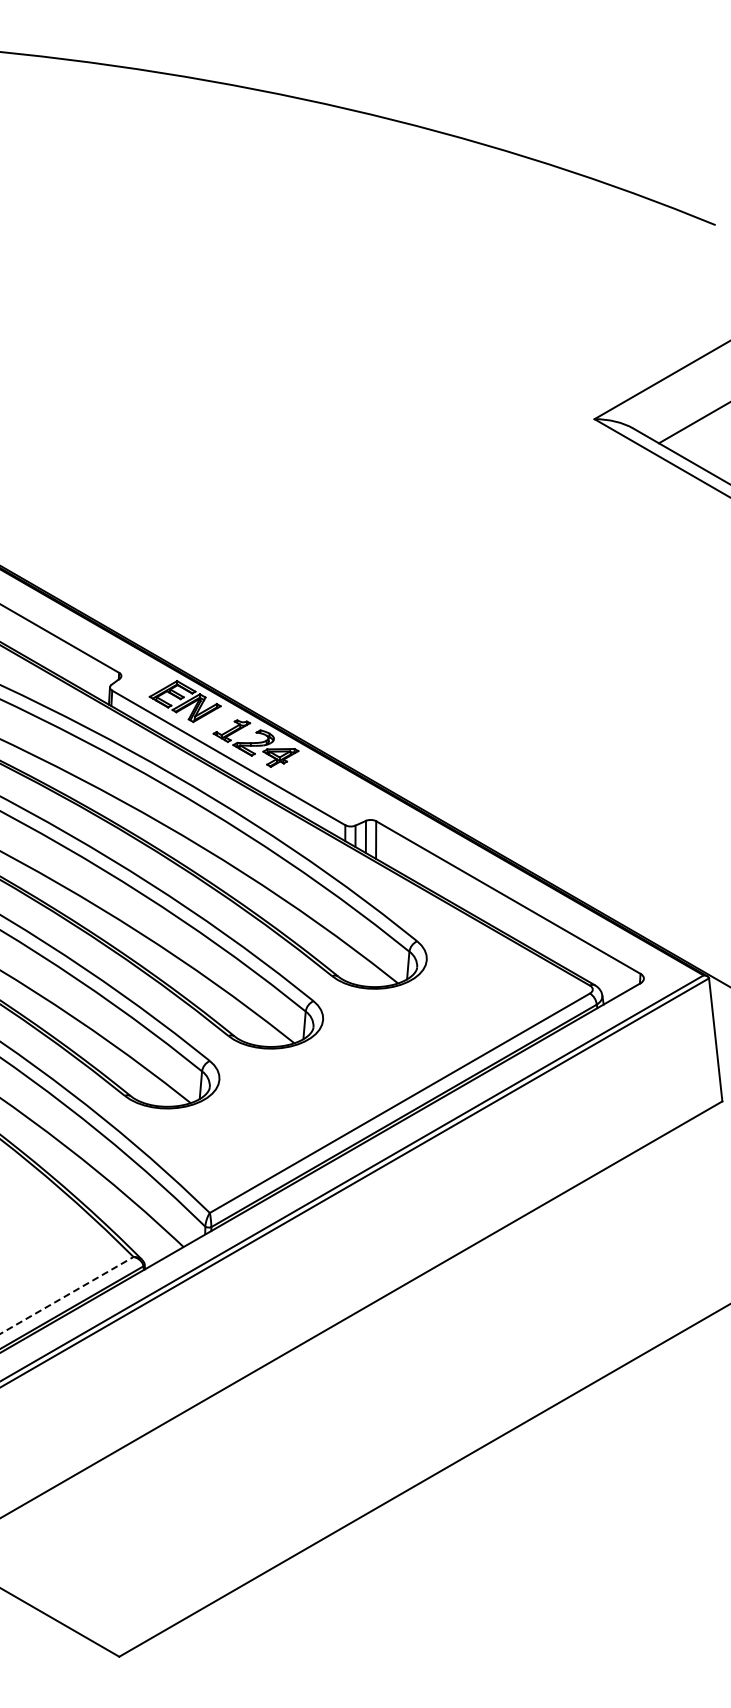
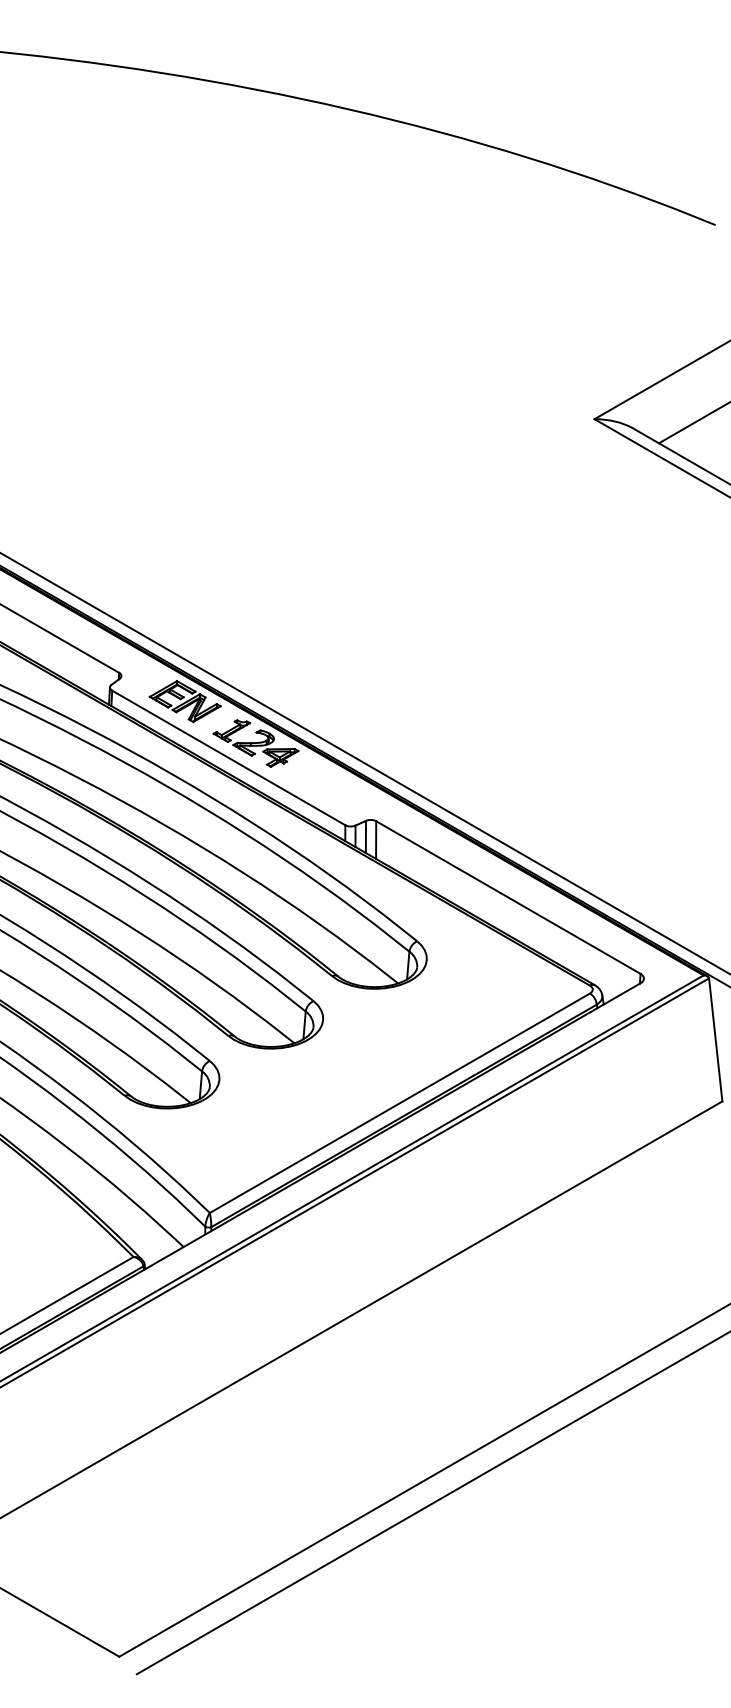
line at (364, 763): none -> present
line at (66, 1295): dashed -> solid
line at (431, 1503): none -> present
